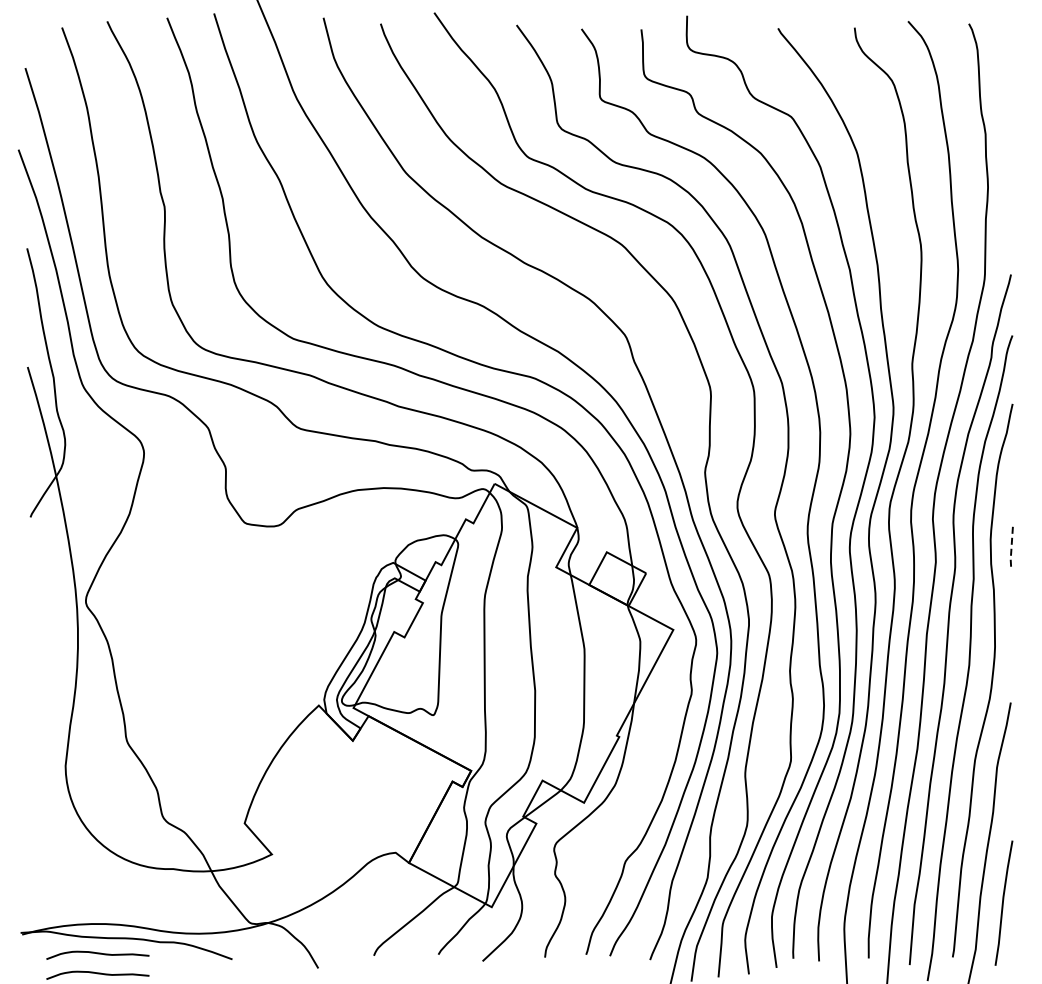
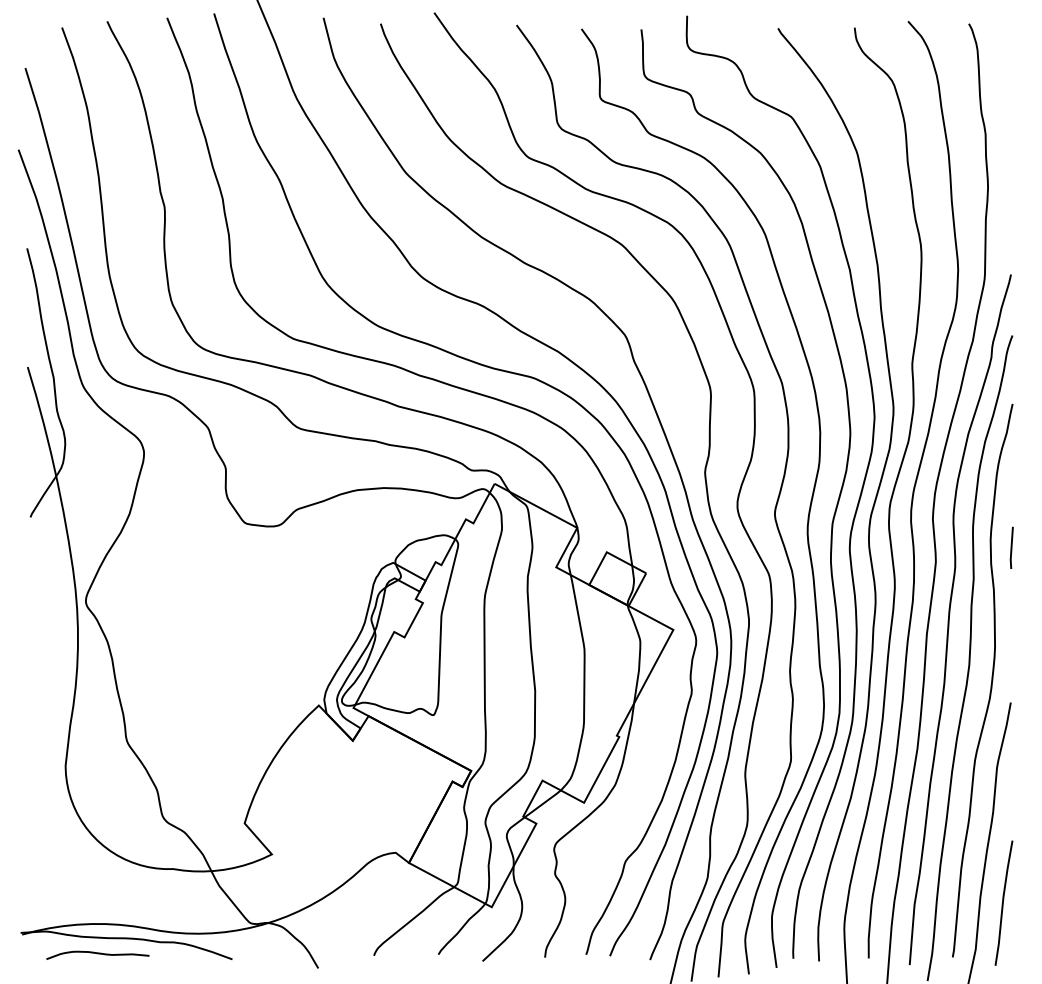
line at (1011, 548): dashed -> solid
curve at (97, 974): present -> none
